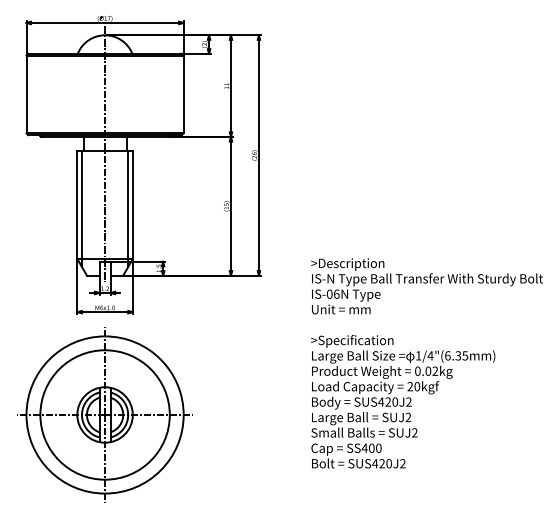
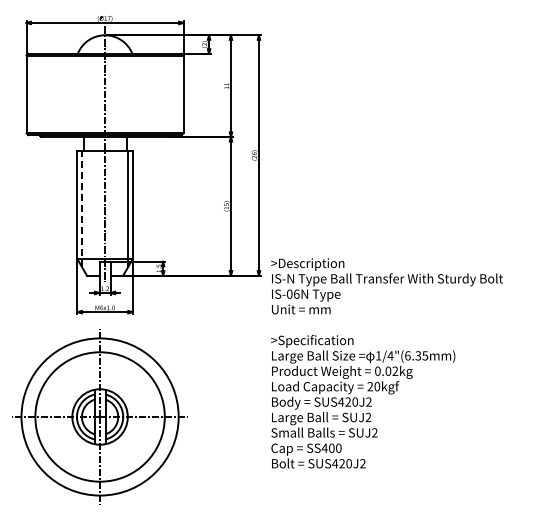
line at (81, 208): solid -> dashed
text at (426, 363) position: (426, 363) -> (386, 363)
part at (104, 414) position: (104, 414) -> (99, 416)
